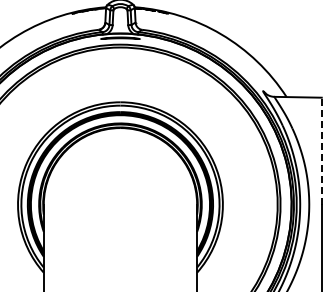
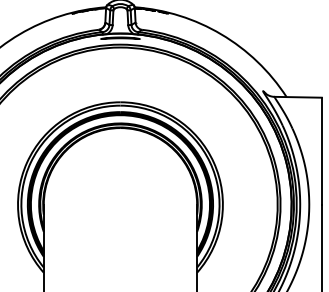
line at (321, 151): dashed -> solid
